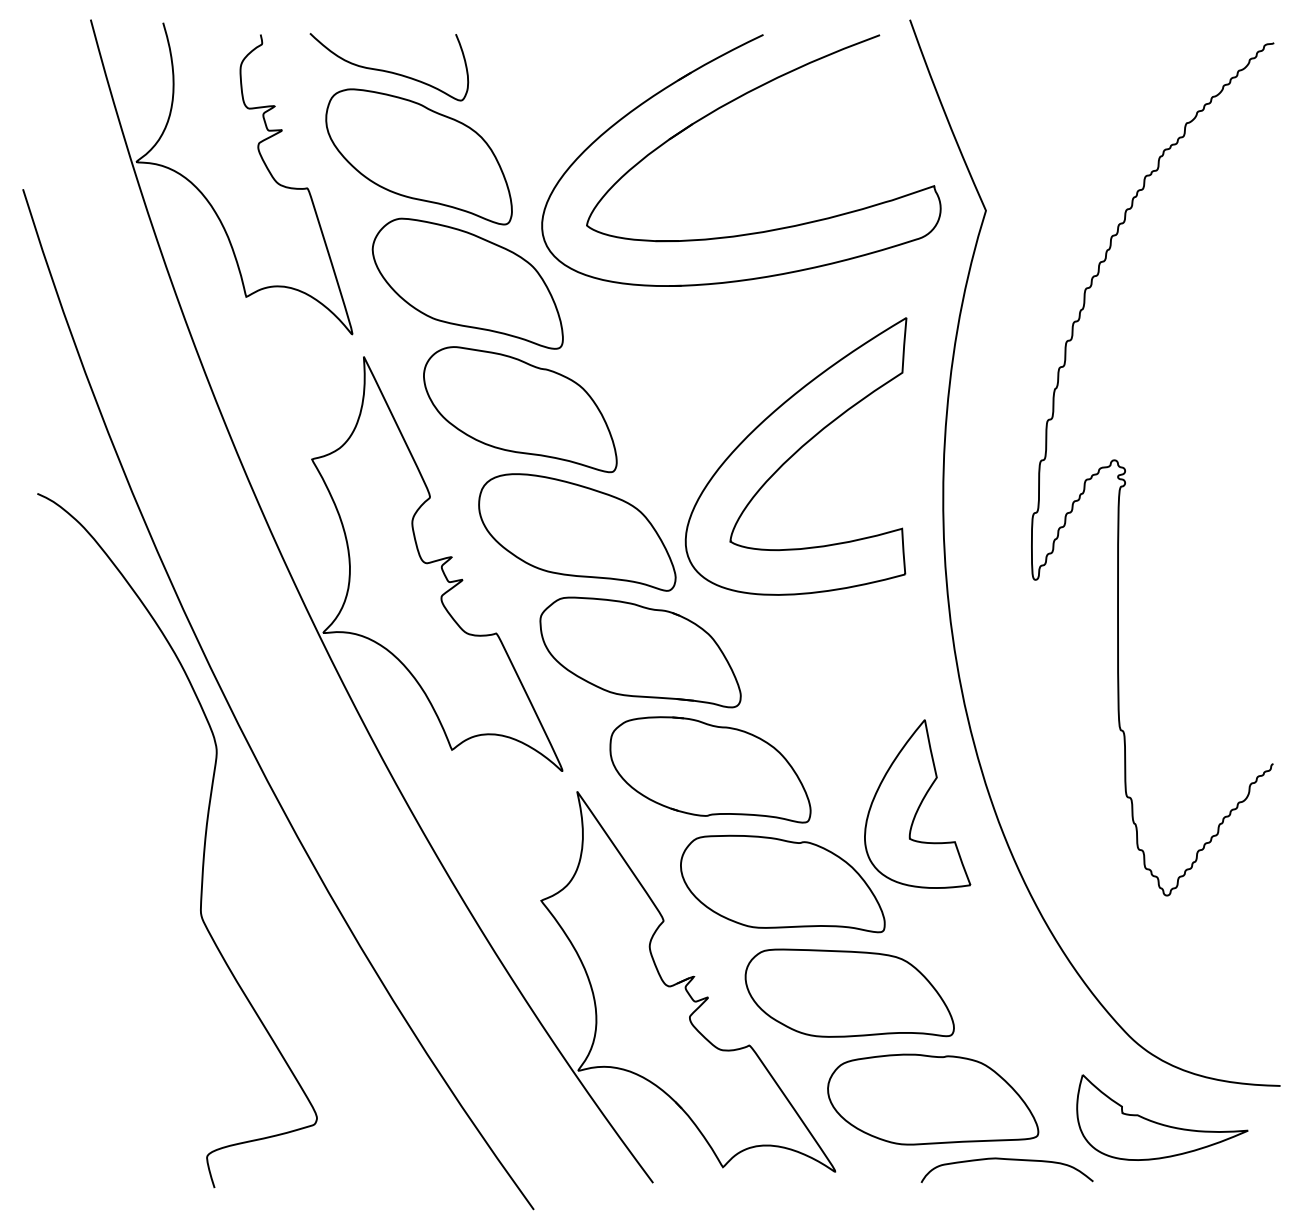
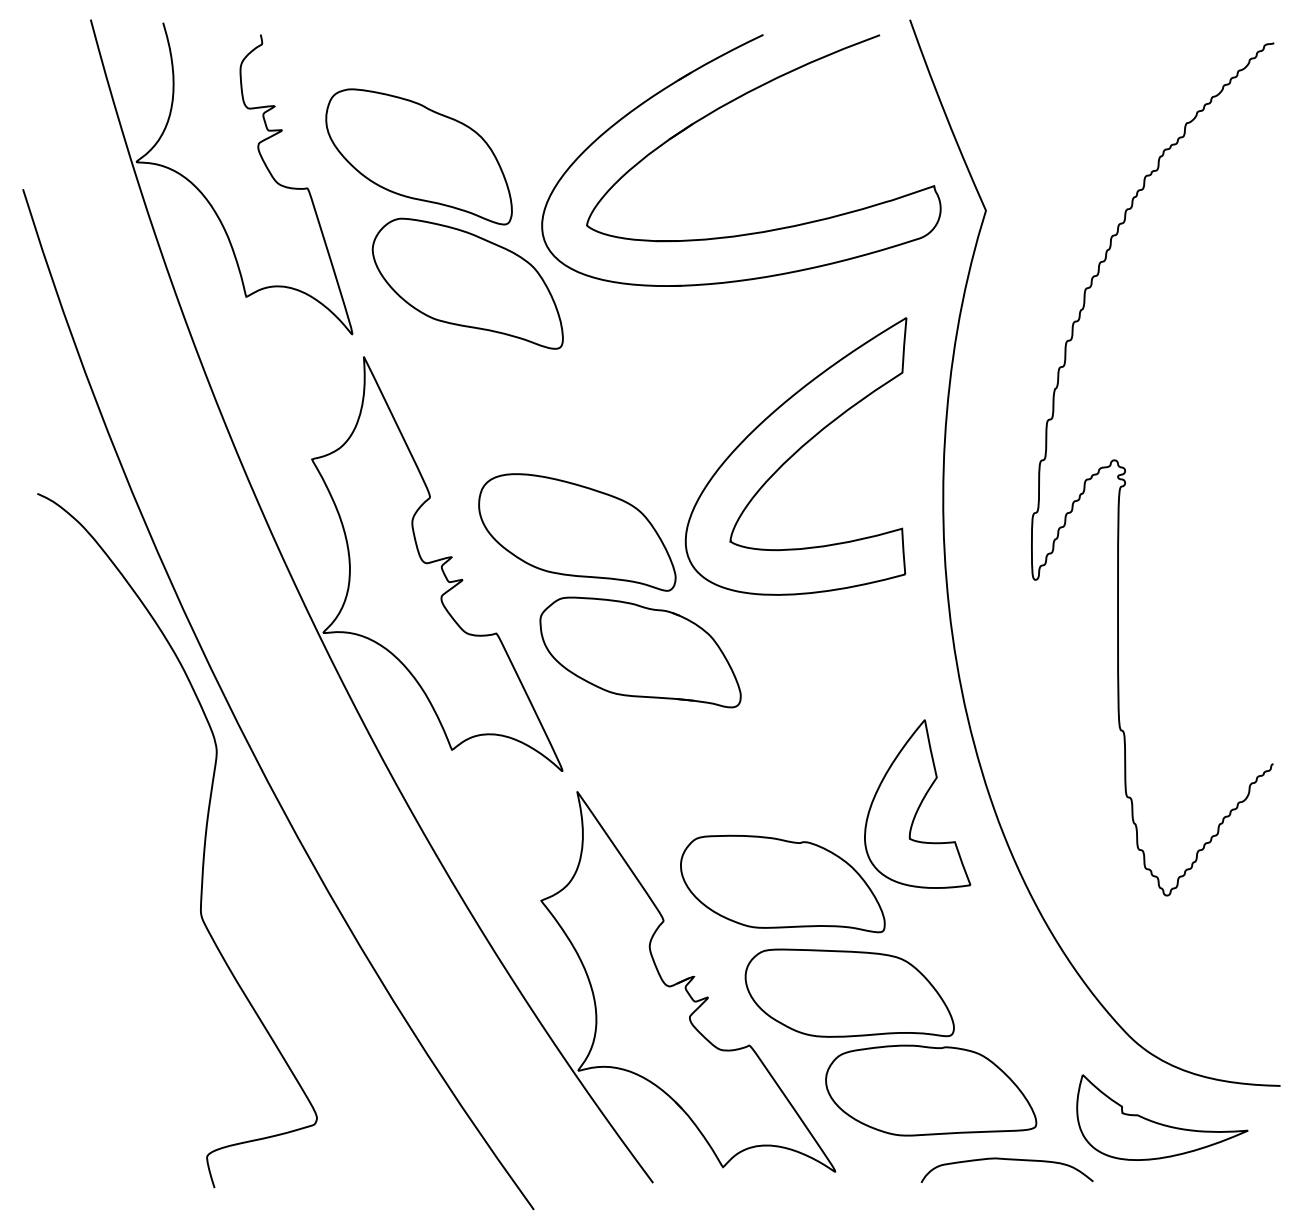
curve at (387, 70): present -> none
part at (520, 409): present -> none
part at (710, 769): present -> none
part at (933, 1099) position: (933, 1099) -> (931, 1090)
